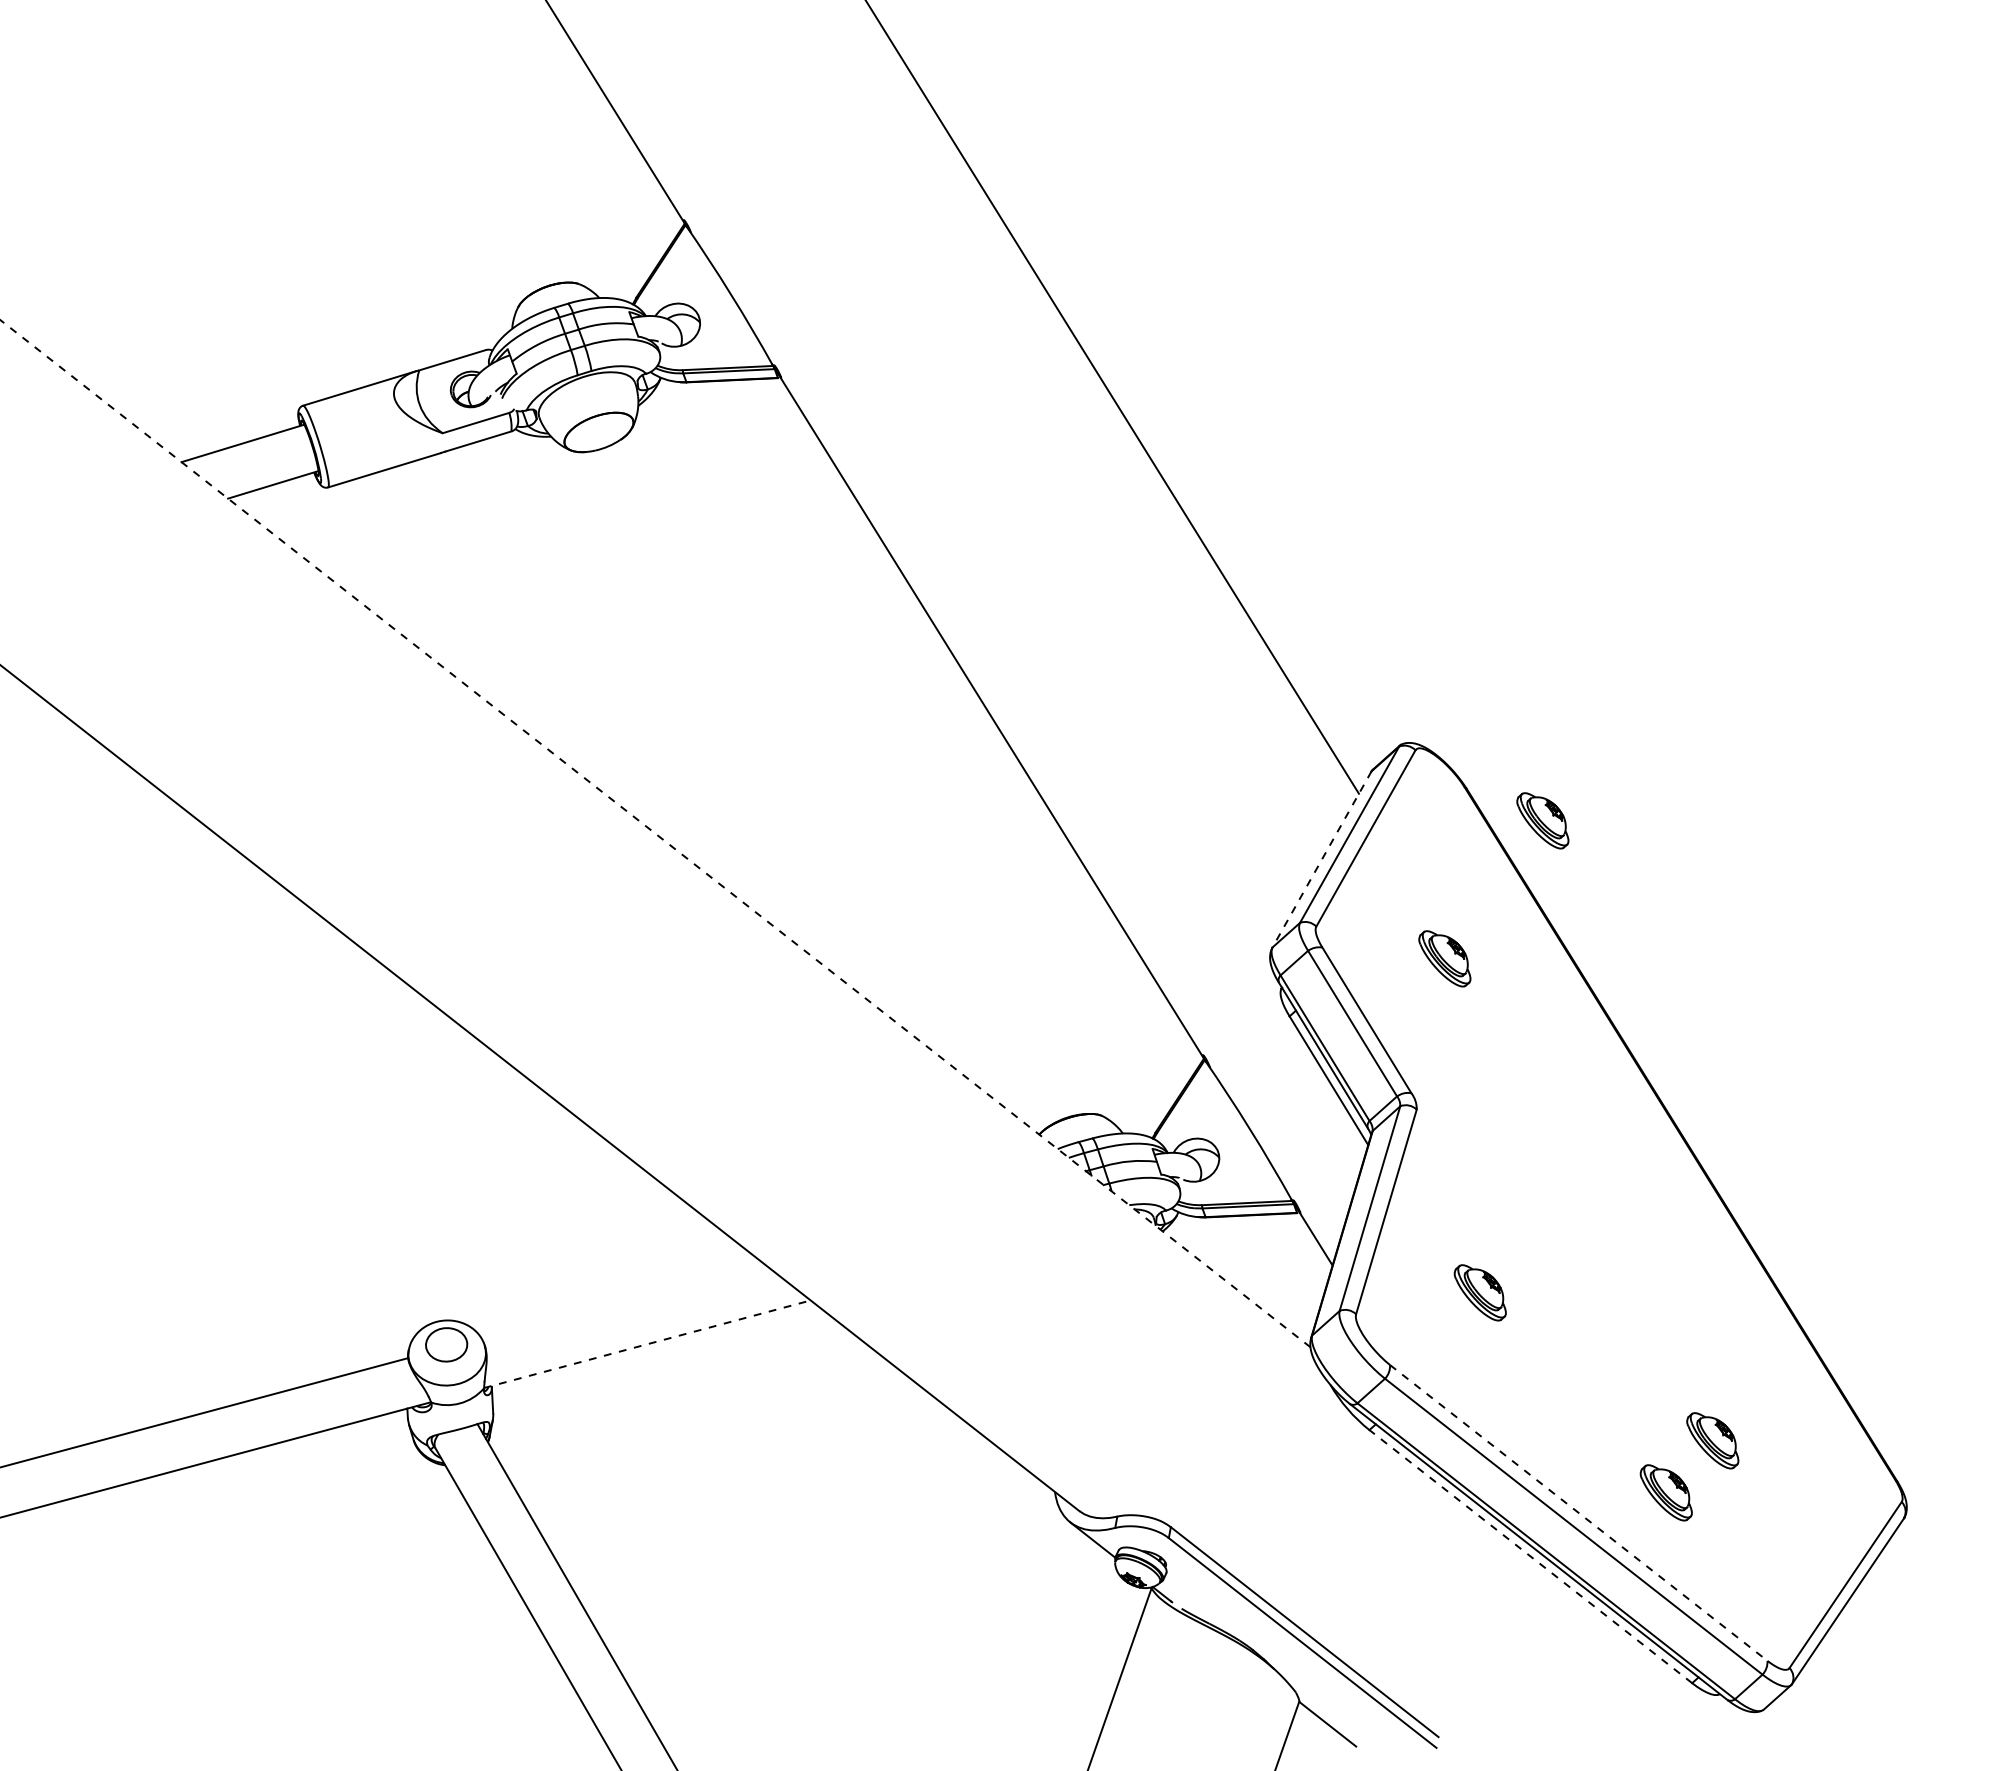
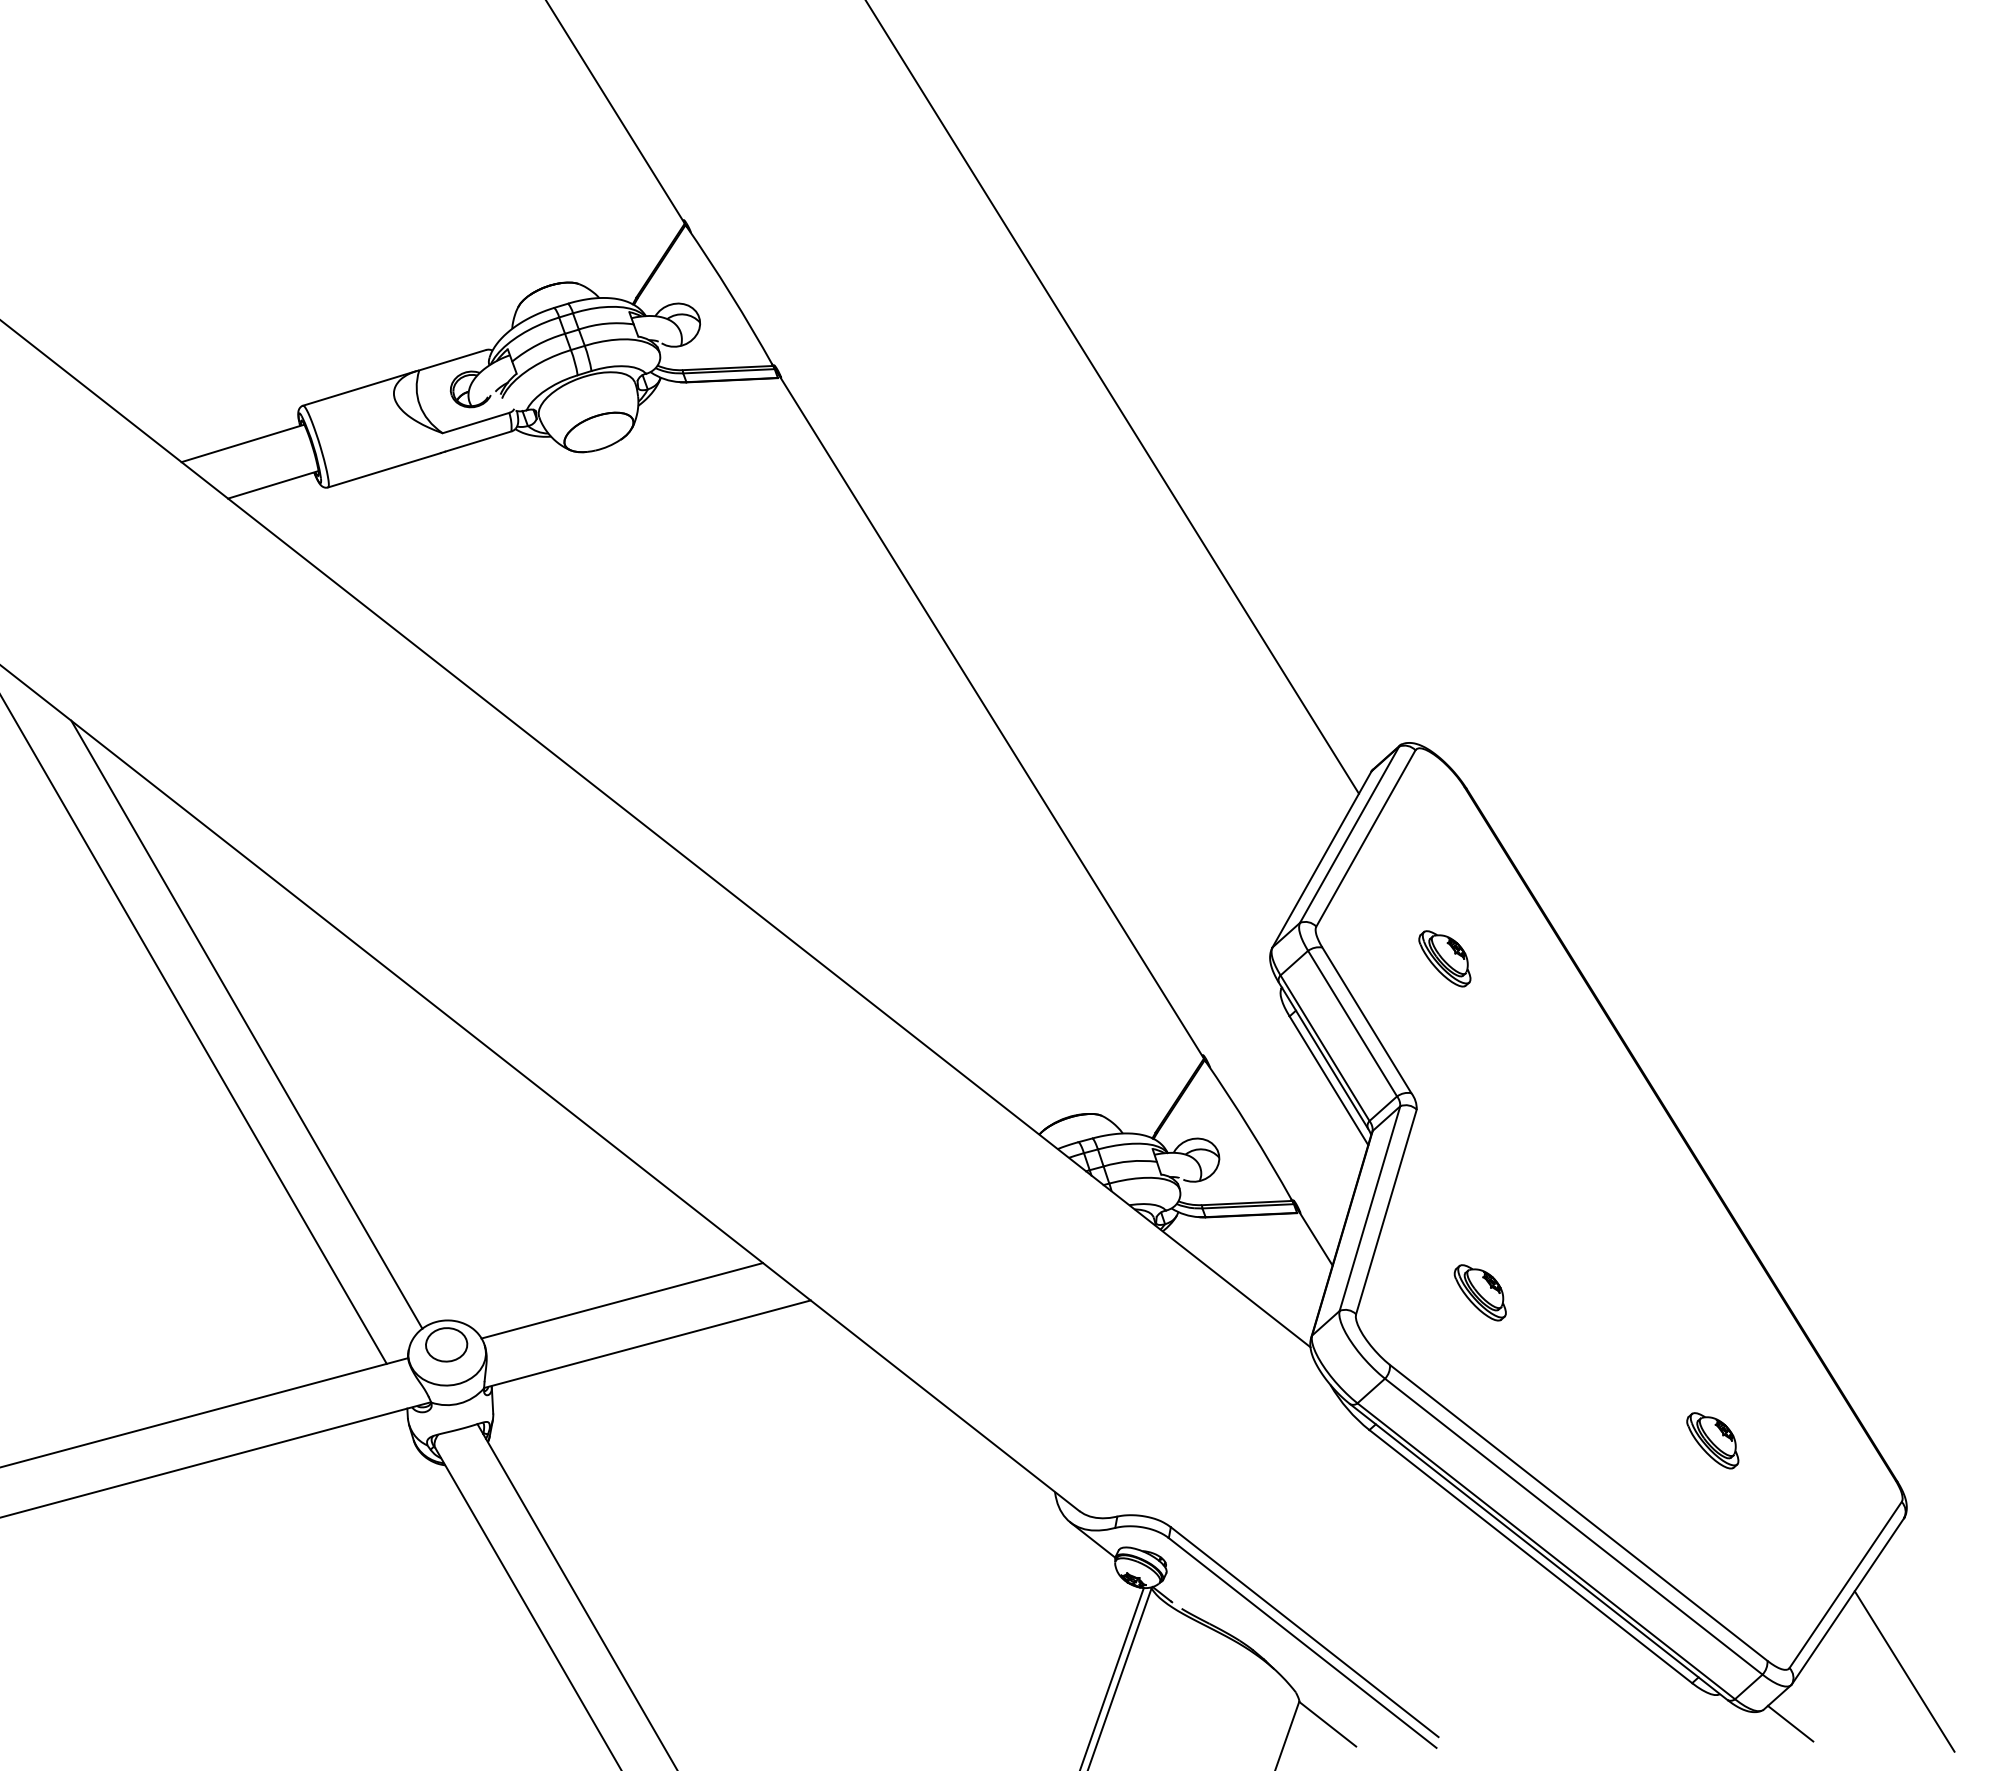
part at (1542, 820): present -> none
line at (655, 833): dashed -> solid
line at (1321, 859): dashed -> solid
line at (246, 1024): none -> present
line at (194, 1030): none -> present
line at (622, 1300): none -> present
line at (647, 1344): dashed -> solid
part at (1665, 1492): present -> none
line at (1578, 1512): dashed -> solid
line at (1530, 1556): dashed -> solid
line at (1904, 1671): none -> present
line at (1112, 1677): none -> present
line at (1790, 1723): none -> present
